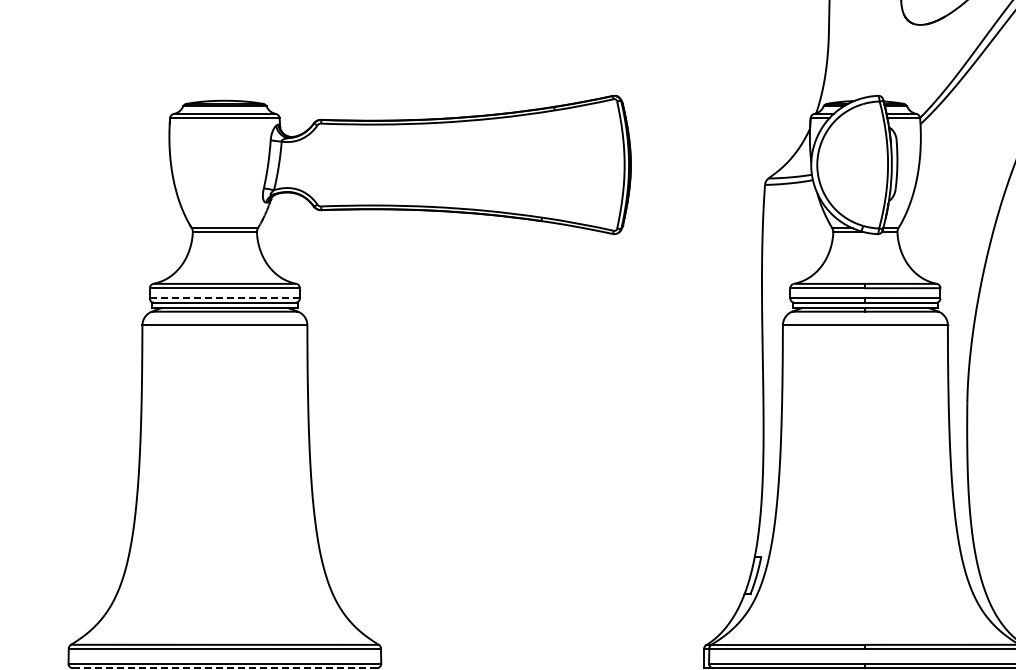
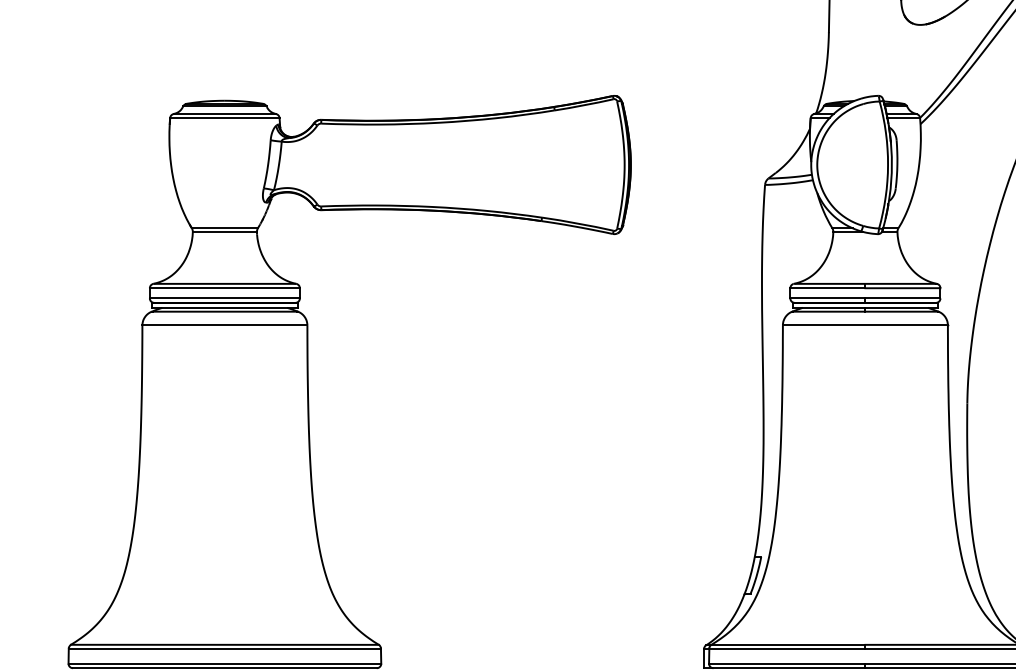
line at (225, 298): dashed -> solid
line at (224, 668): dashed -> solid
